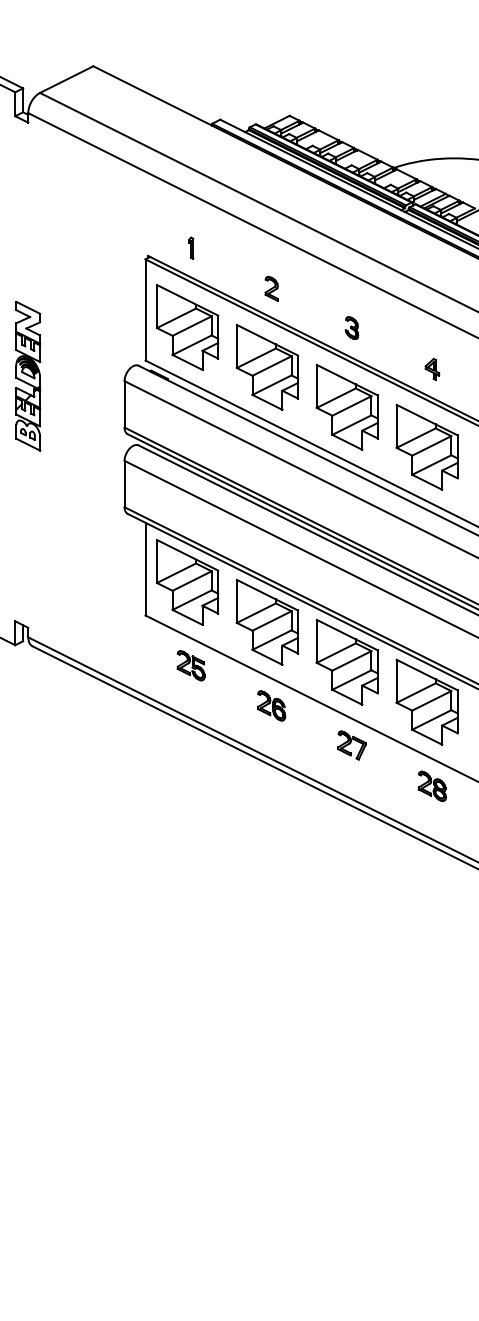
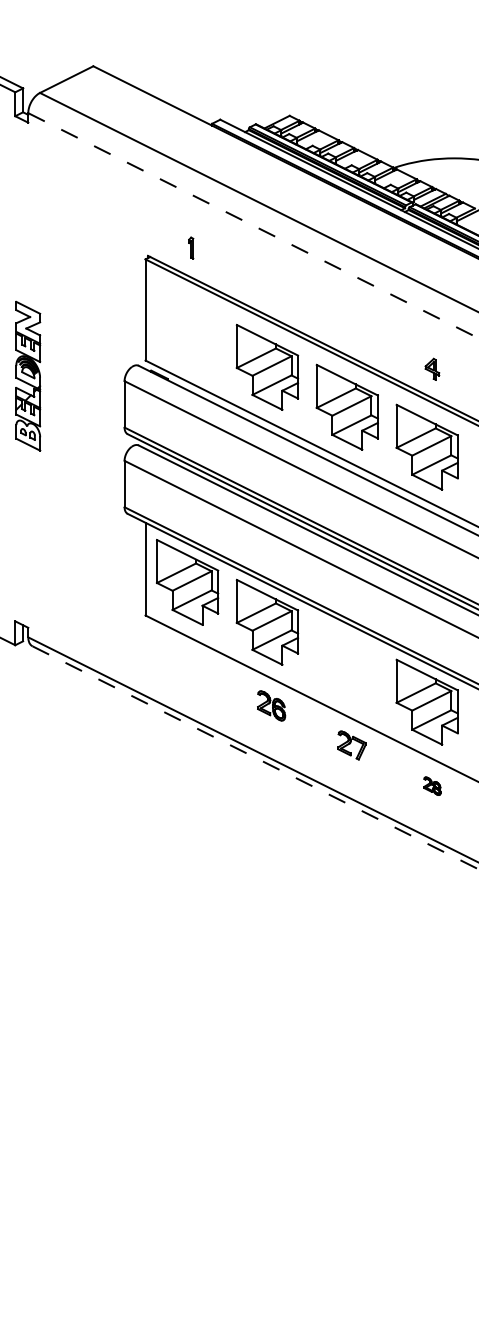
line at (253, 225): solid -> dashed
part at (271, 288): present -> none
part at (187, 327): present -> none
part at (351, 327): present -> none
part at (346, 661): present -> none
part at (190, 665): present -> none
line at (256, 758): solid -> dashed
part at (432, 785) size: 31x32 px -> 19x20 px
